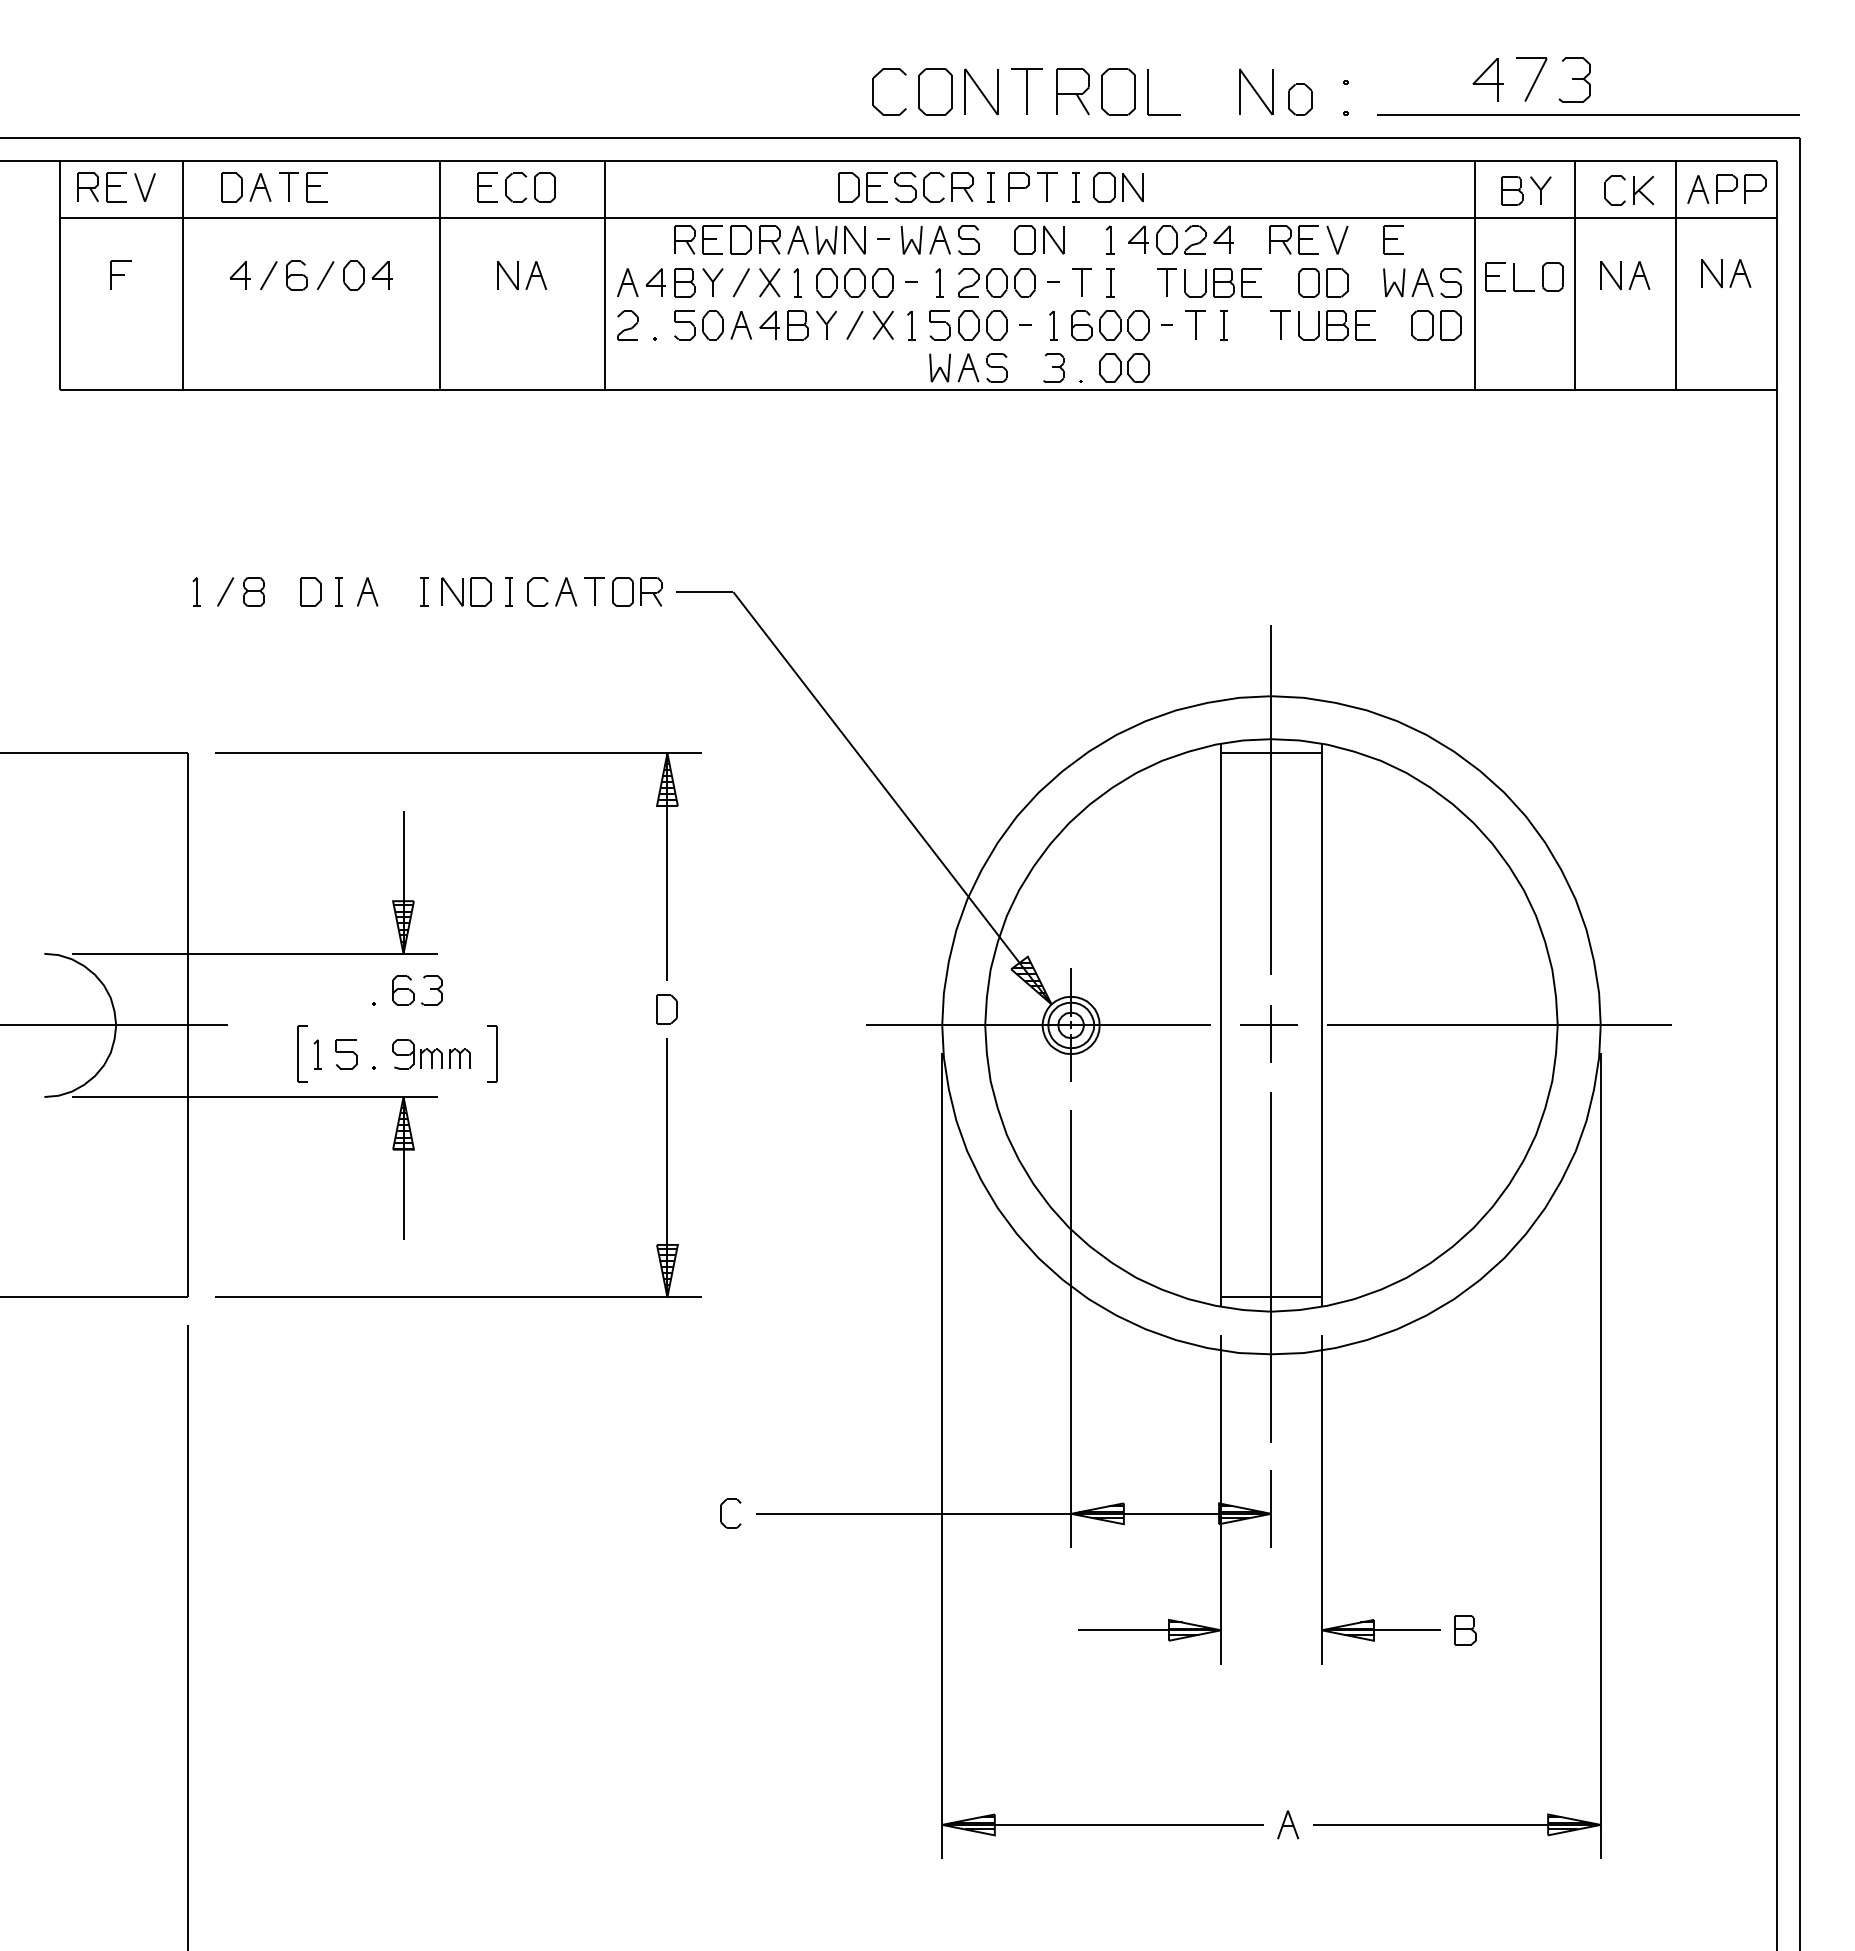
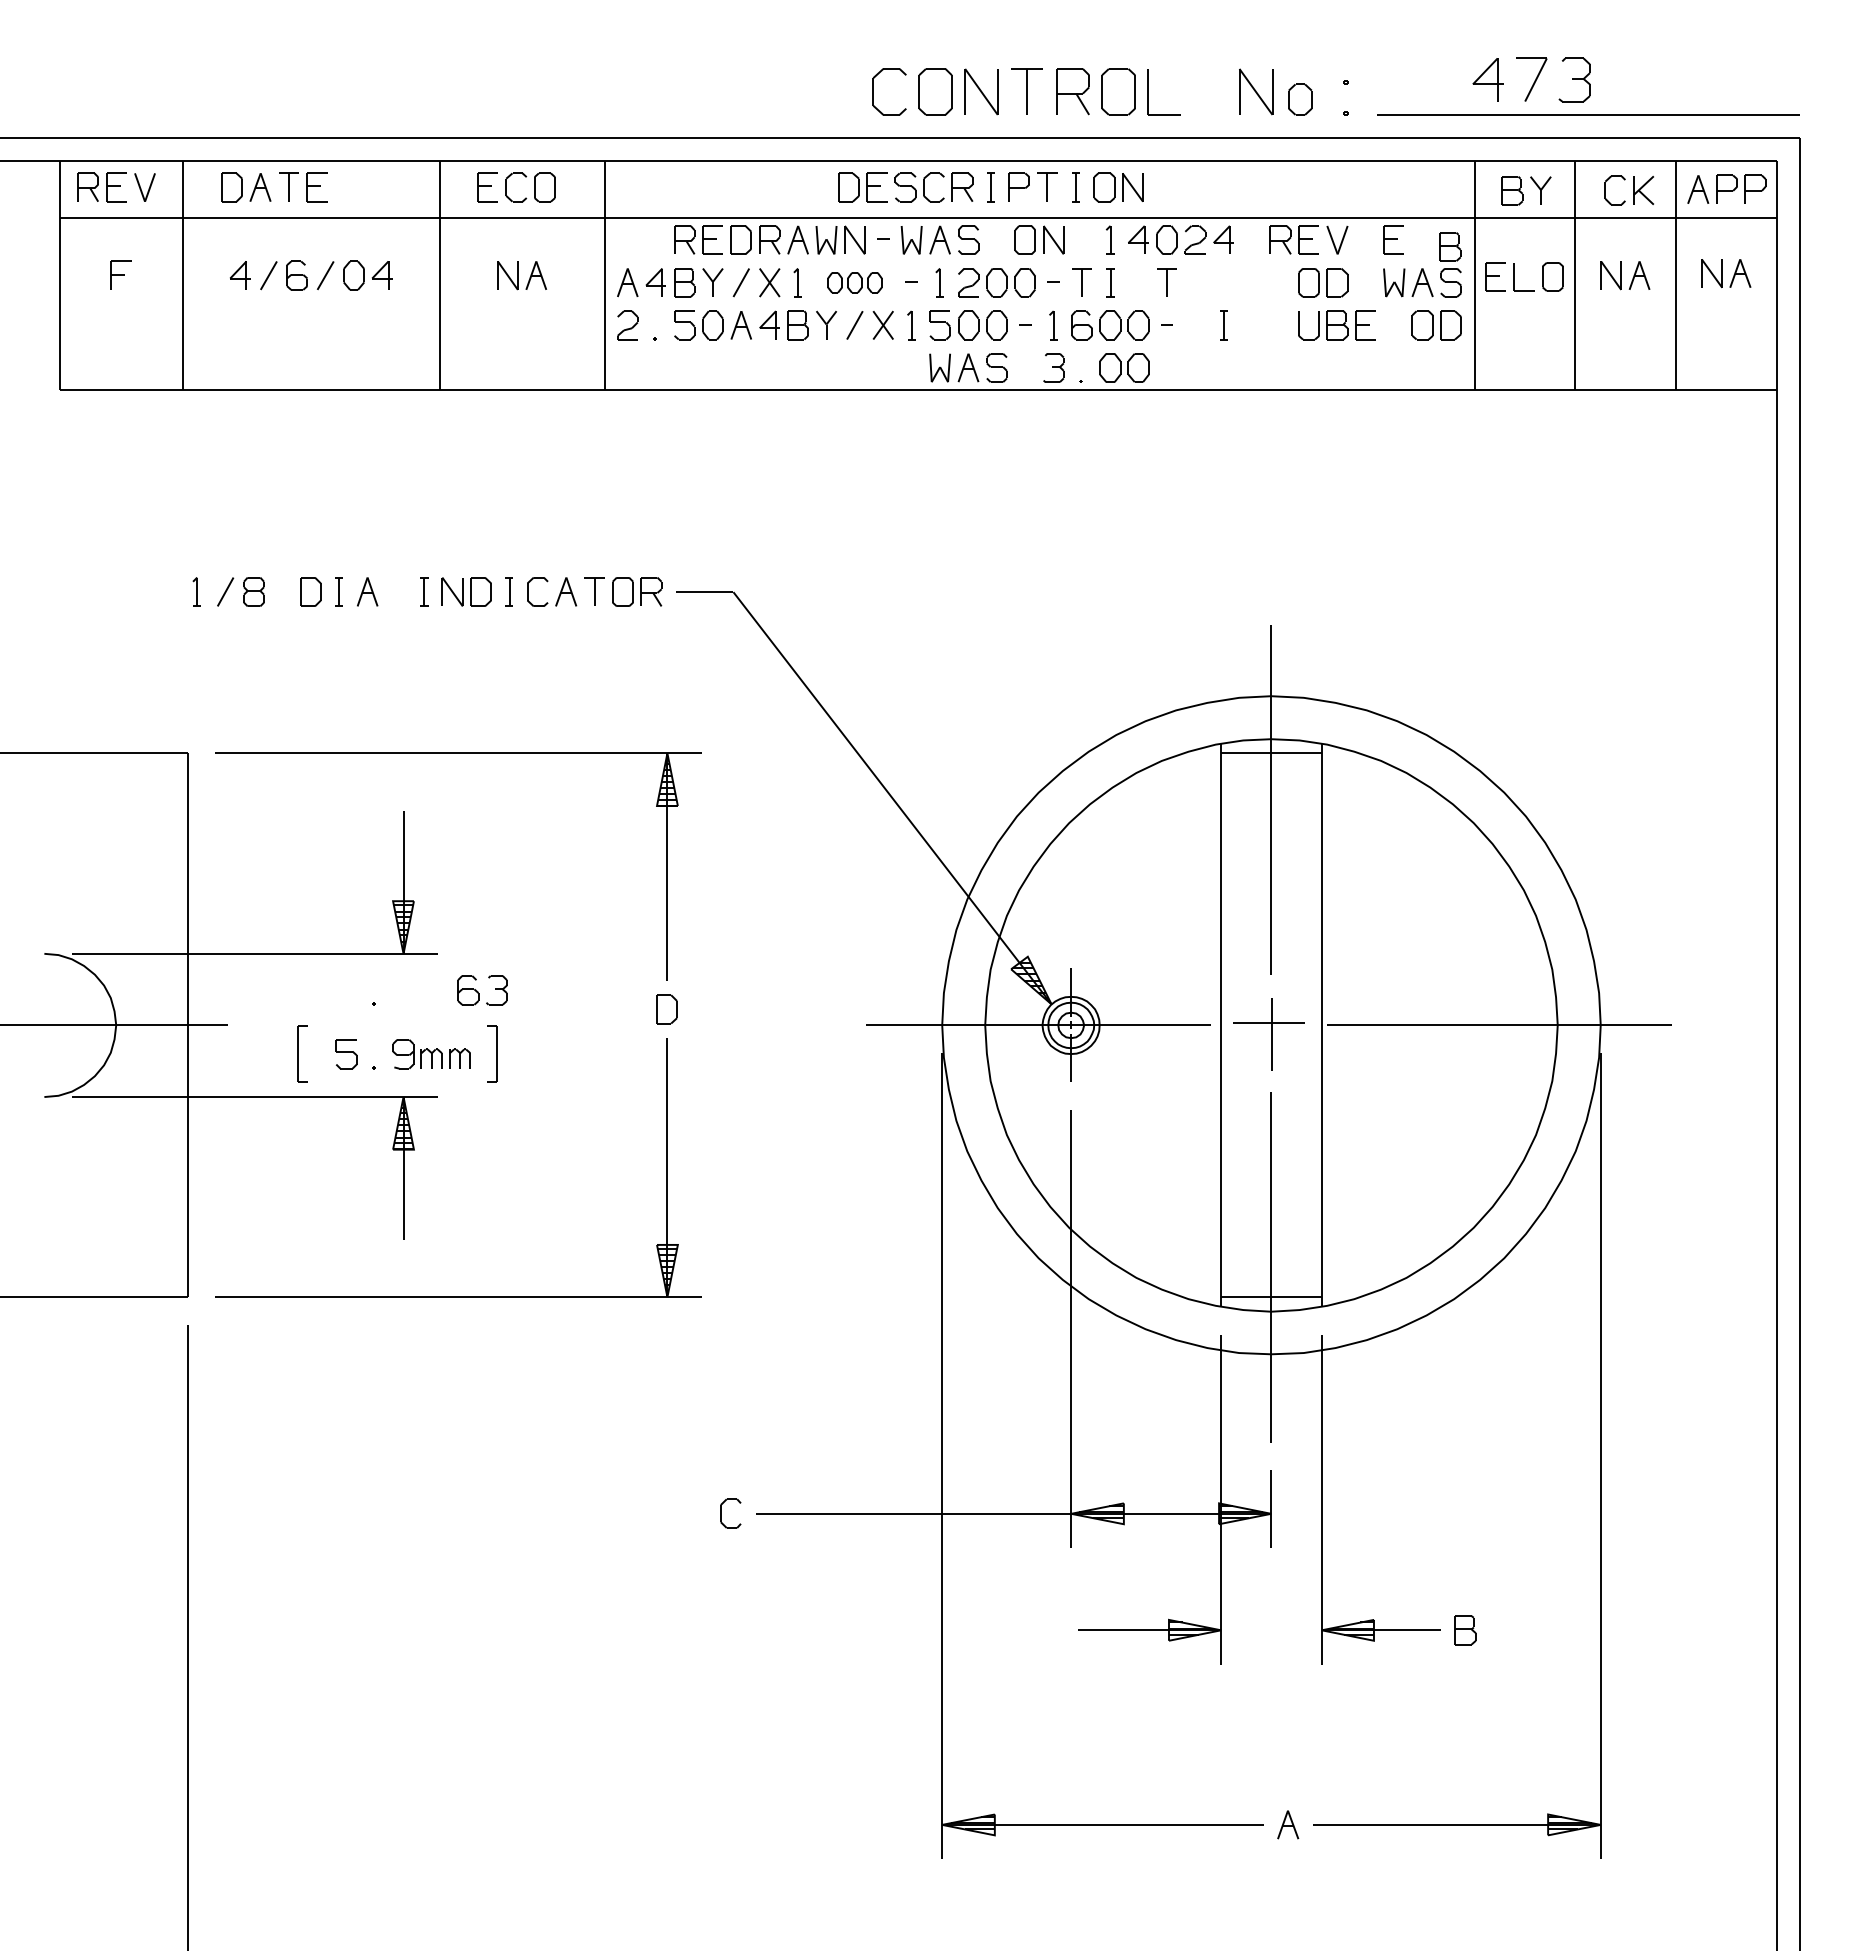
part at (1450, 246): none -> present
part at (854, 282) size: 78x30 px -> 56x22 px
part at (1222, 282): present -> none
part at (1195, 324): present -> none
part at (1280, 324): present -> none
part at (417, 990) position: (417, 990) -> (482, 990)
part at (1268, 1033) size: 58x58 px -> 72x73 px
part at (317, 1054): present -> none
